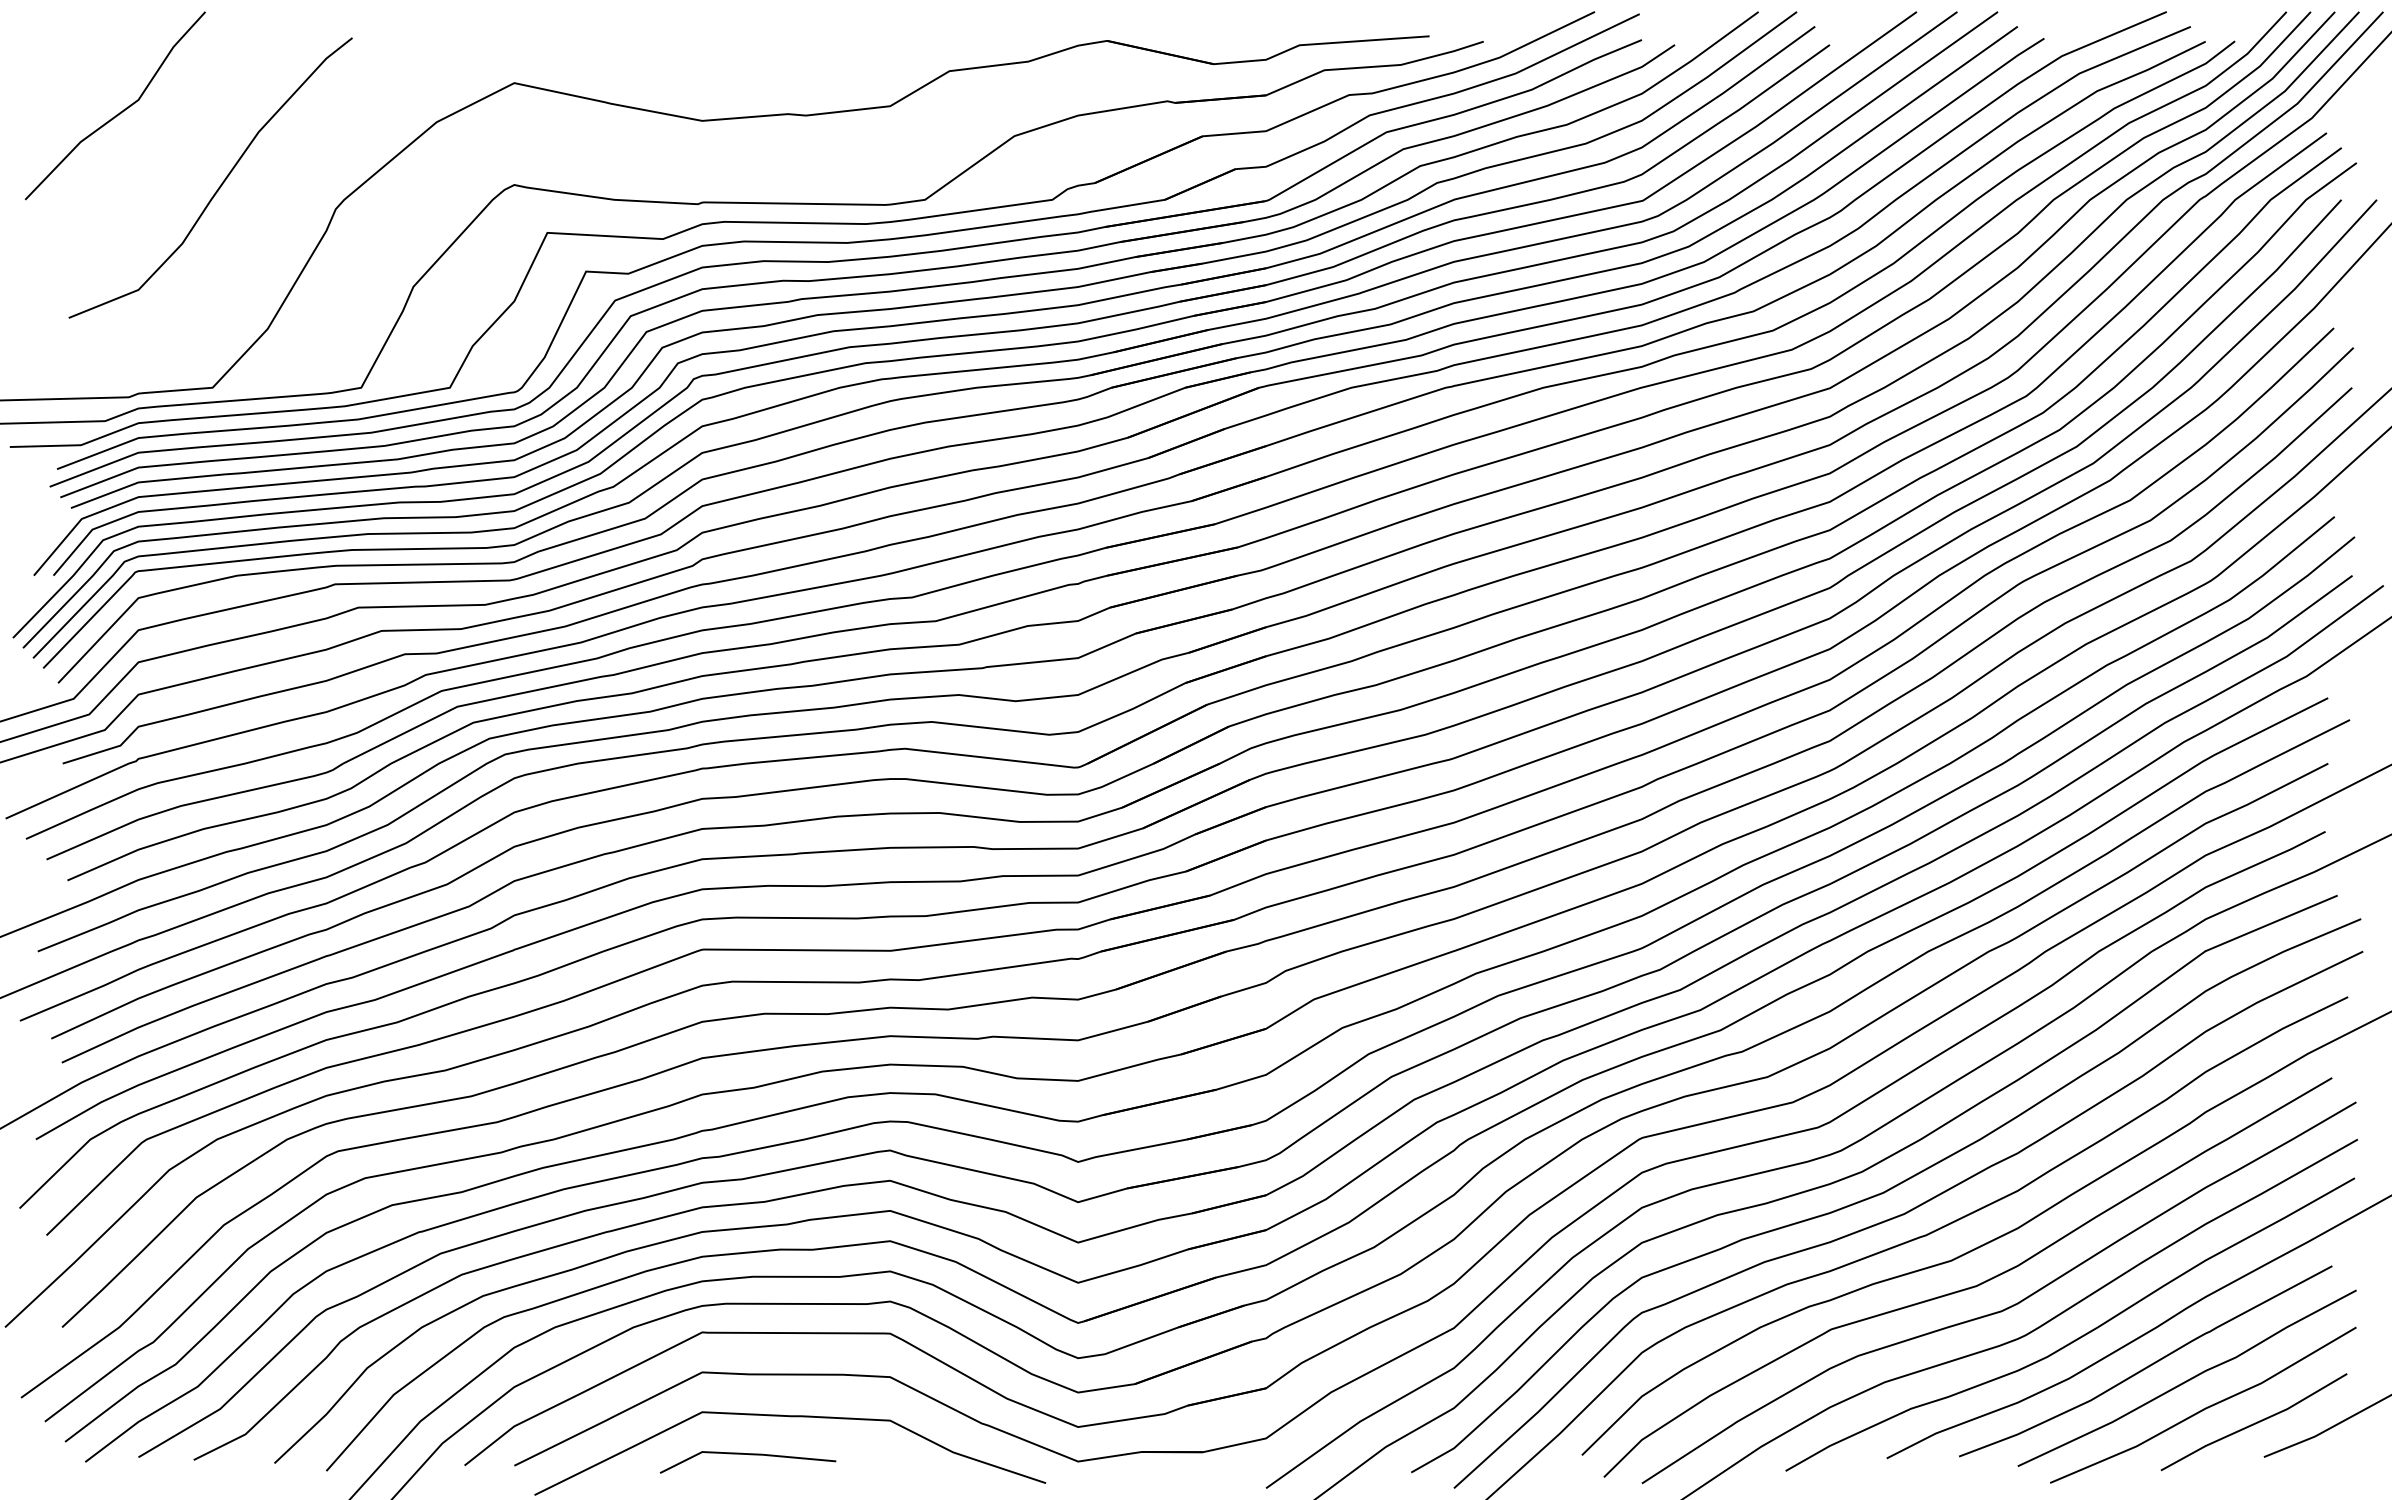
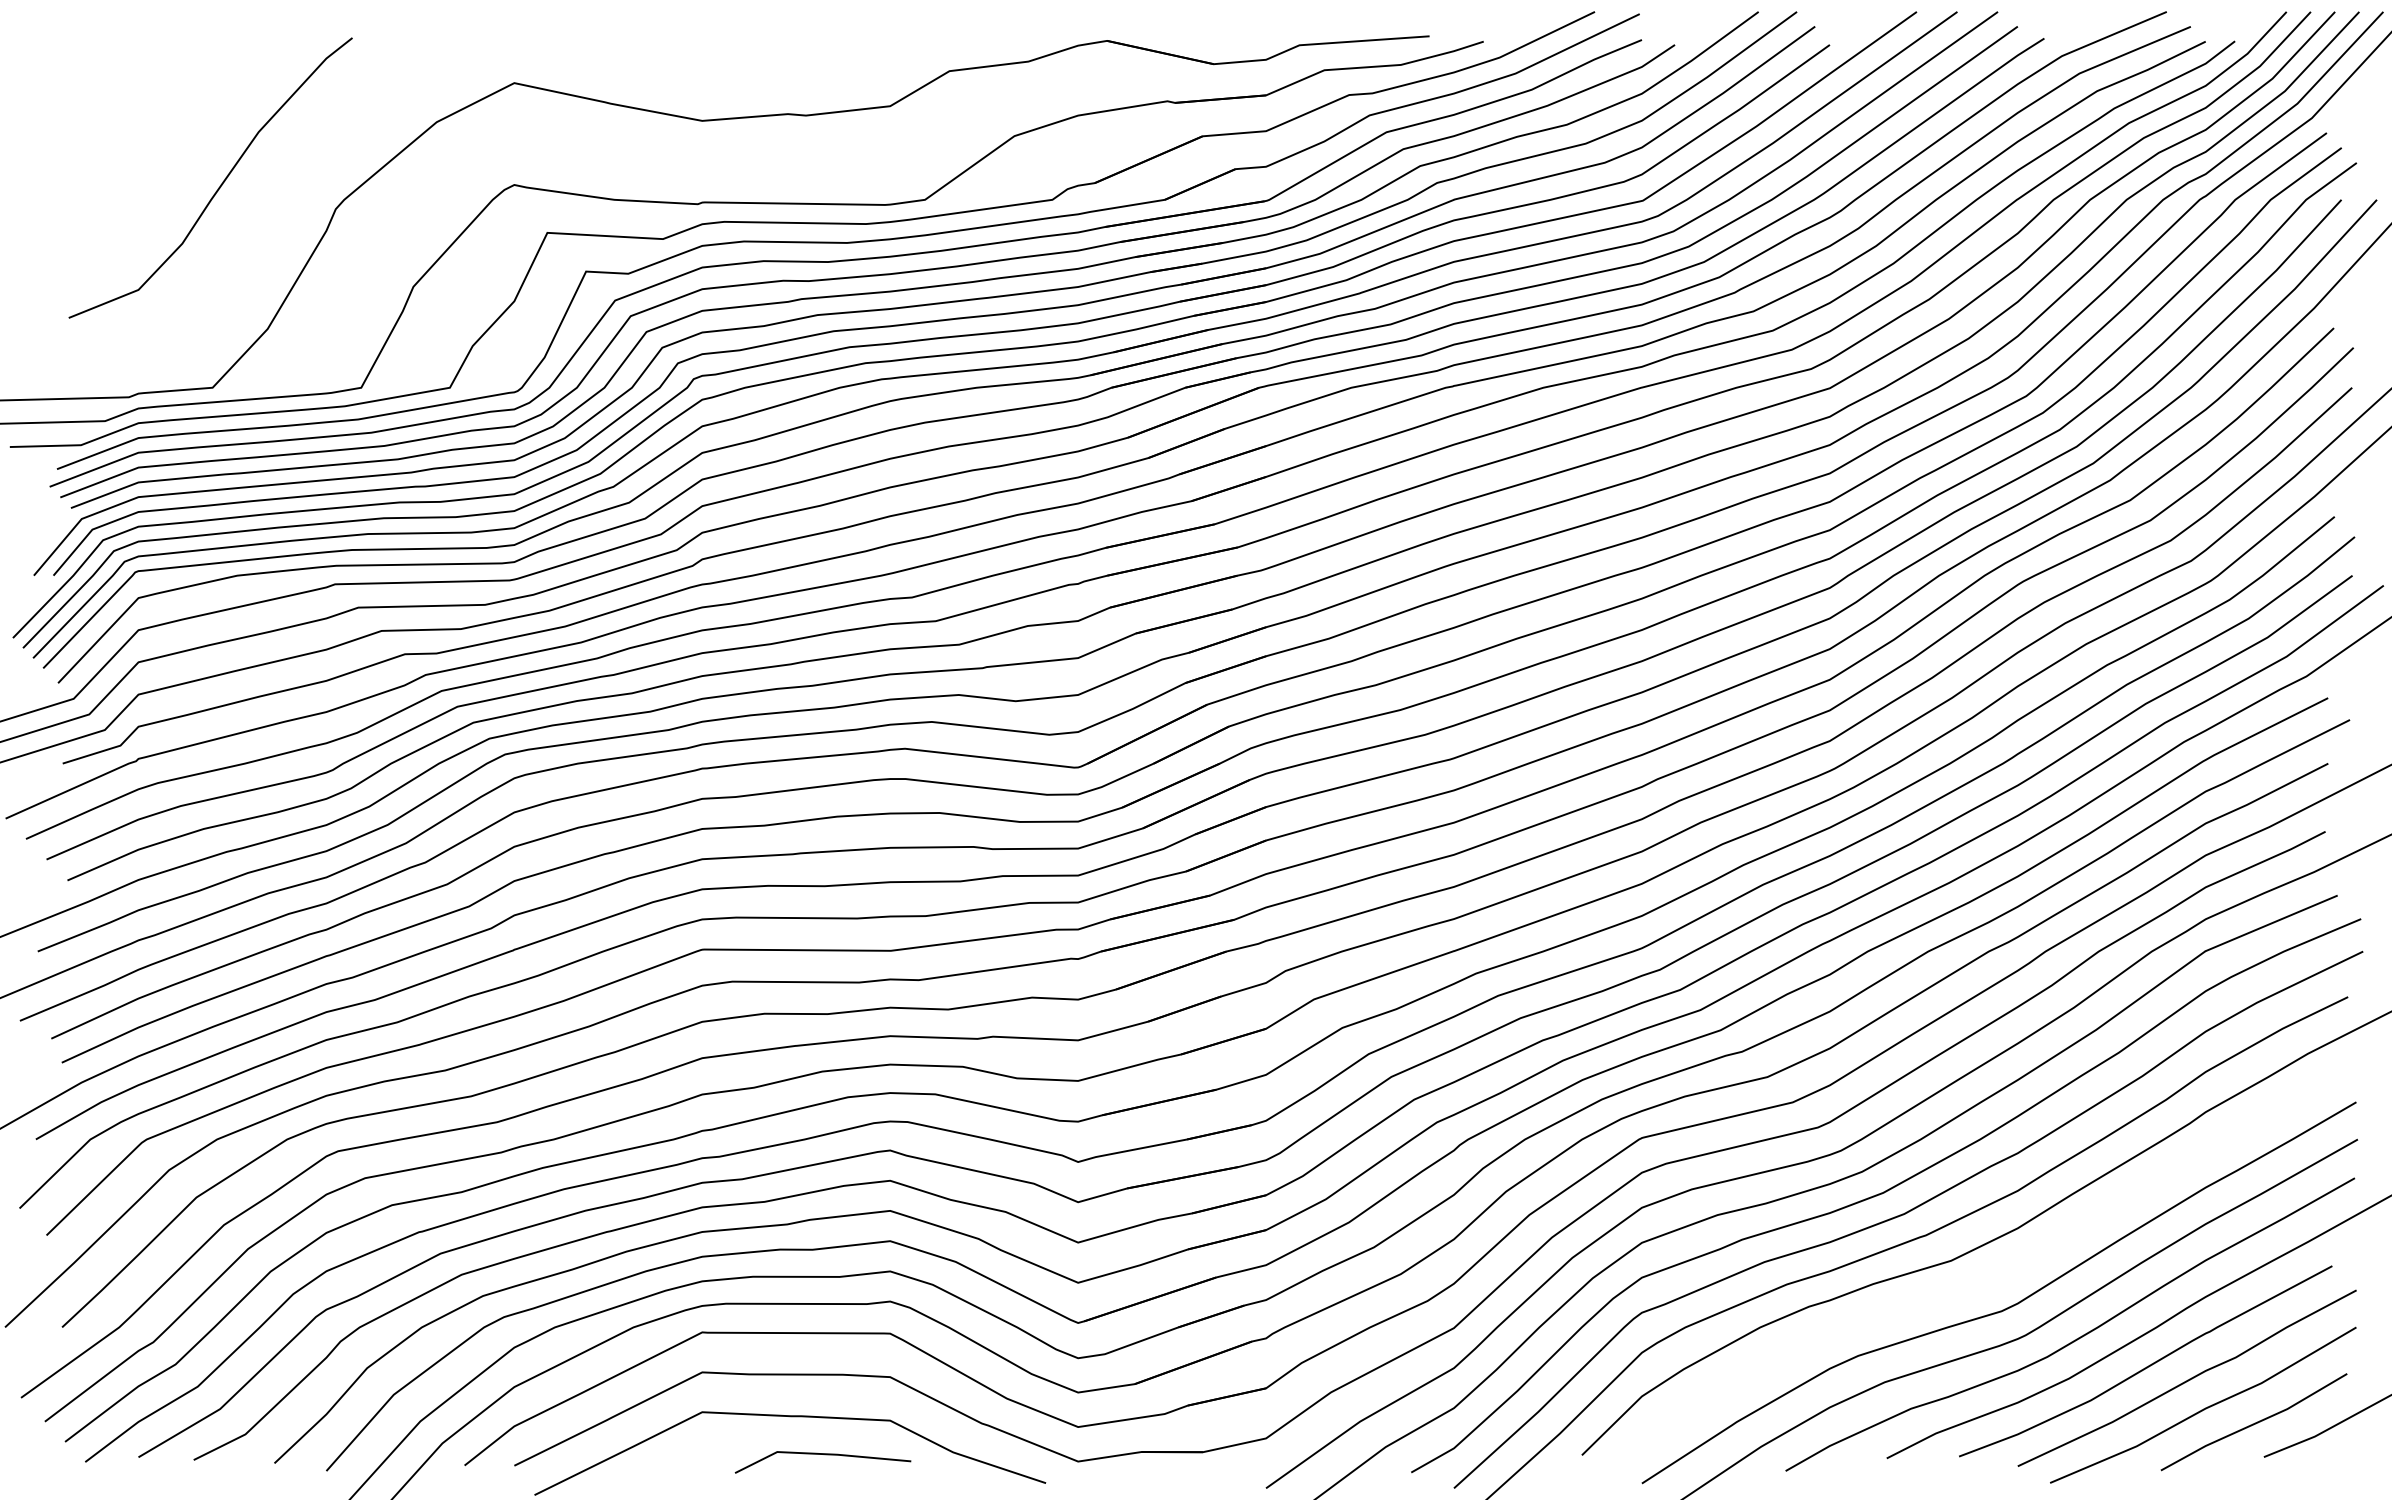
line at (120, 111): present -> none
curve at (1971, 1286): present -> none
line at (749, 1455) position: (749, 1455) -> (824, 1455)
